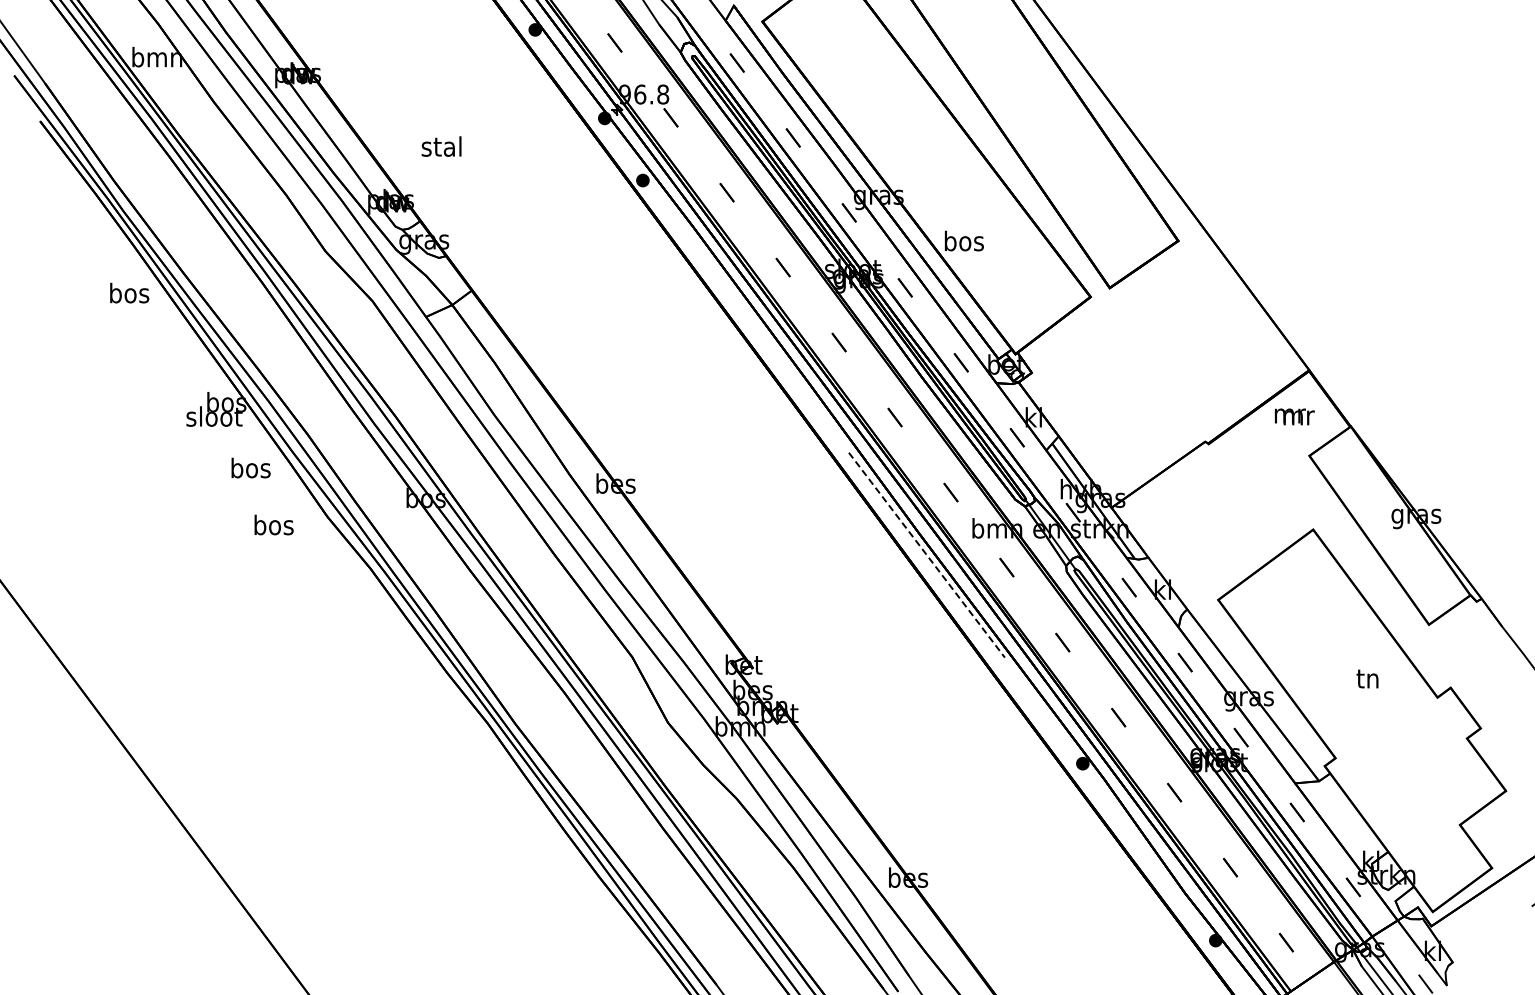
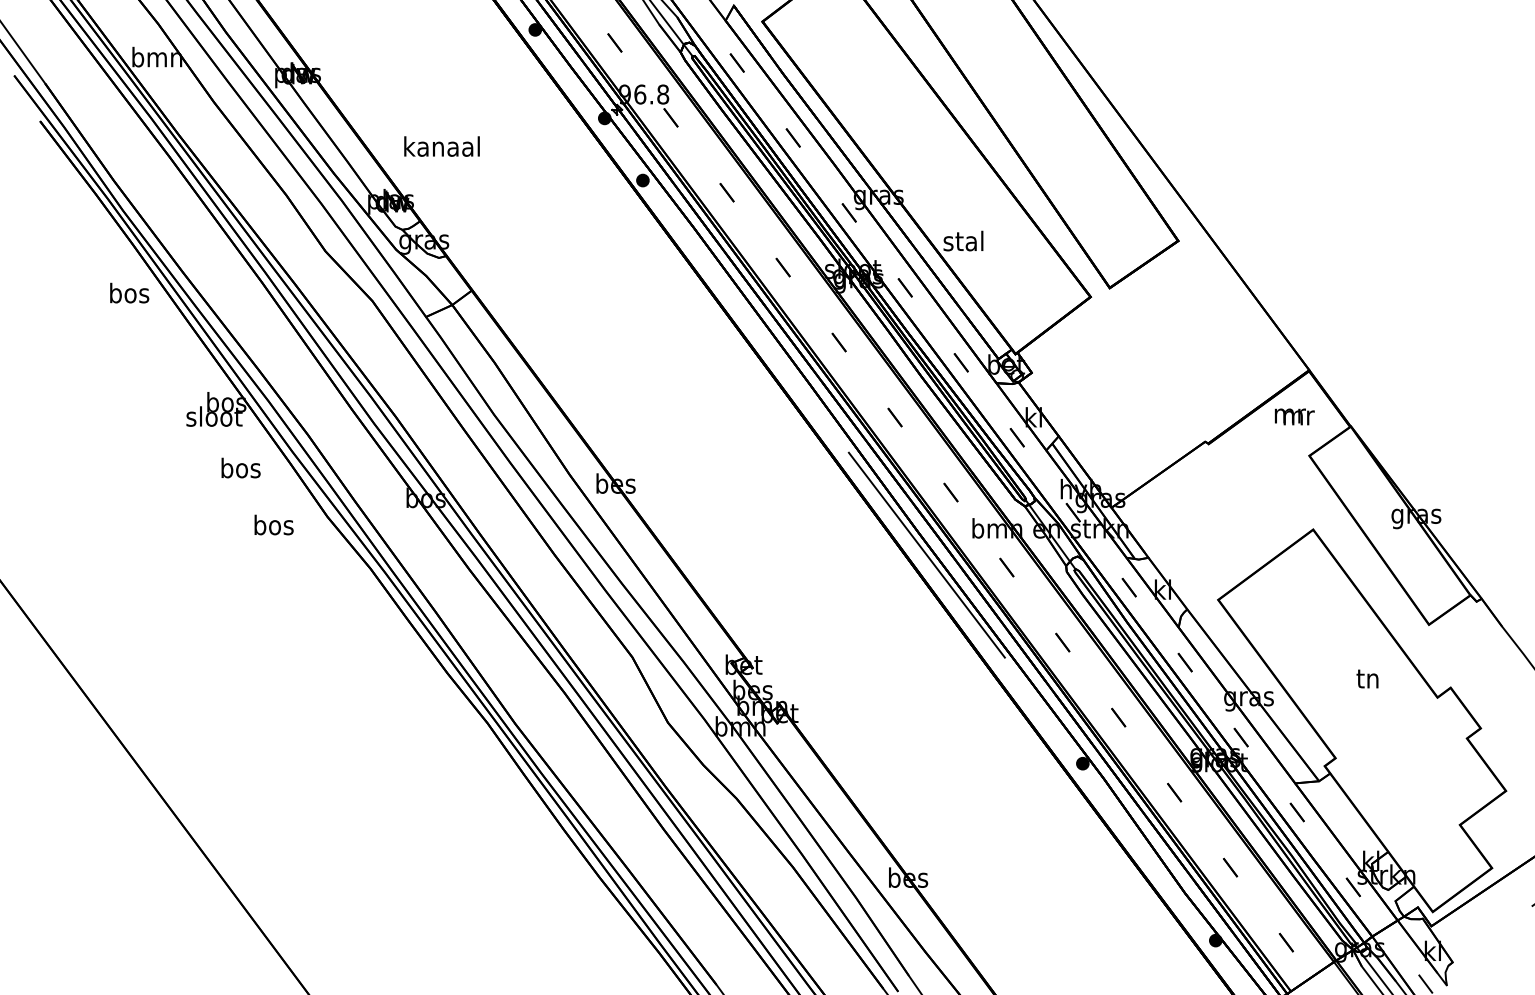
line at (672, 29): none -> present
text at (441, 146): stal -> kanaal
text at (963, 240): bos -> stal
text at (250, 467) position: (250, 467) -> (240, 467)
line at (926, 555): dashed -> solid
